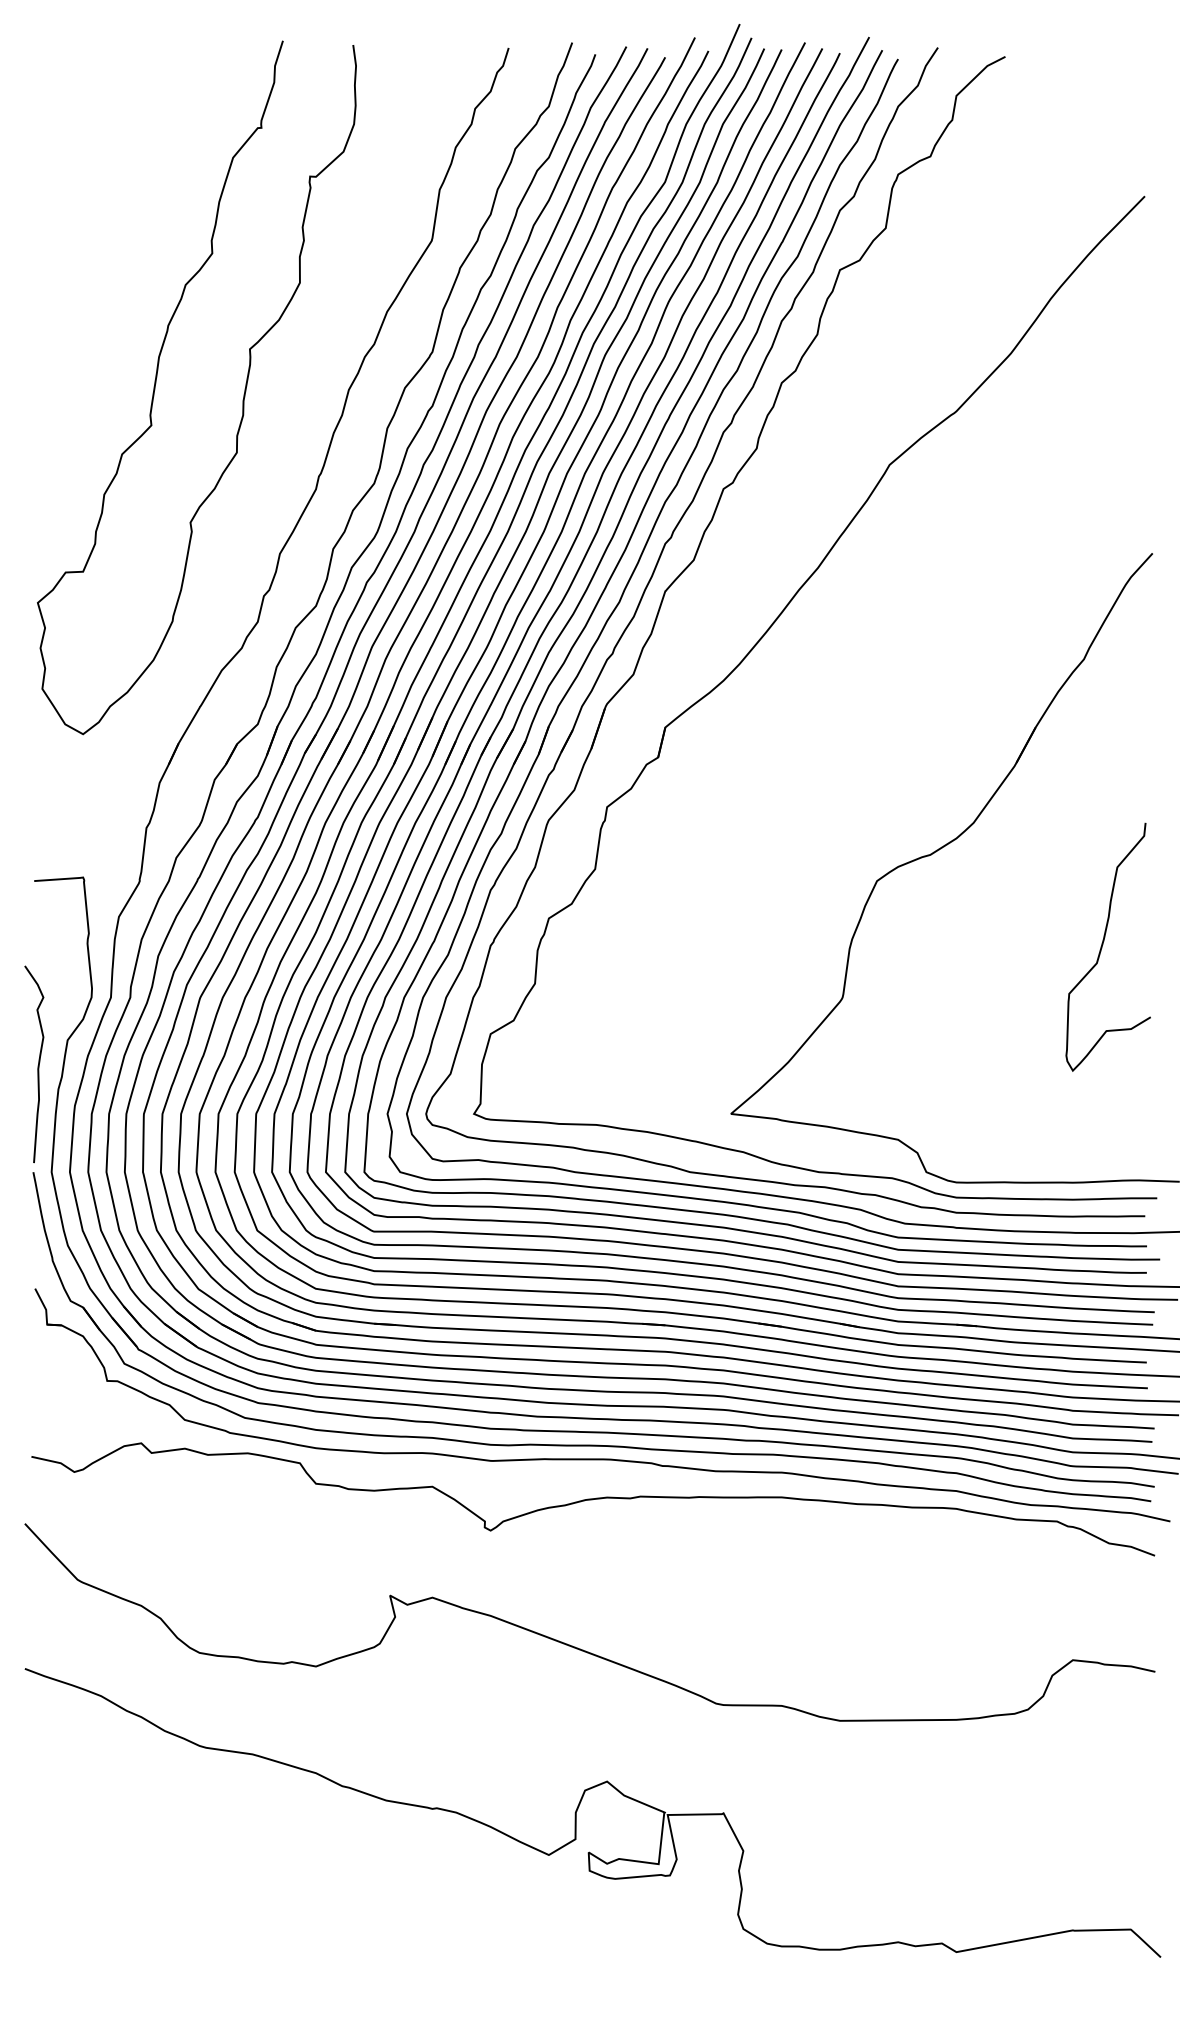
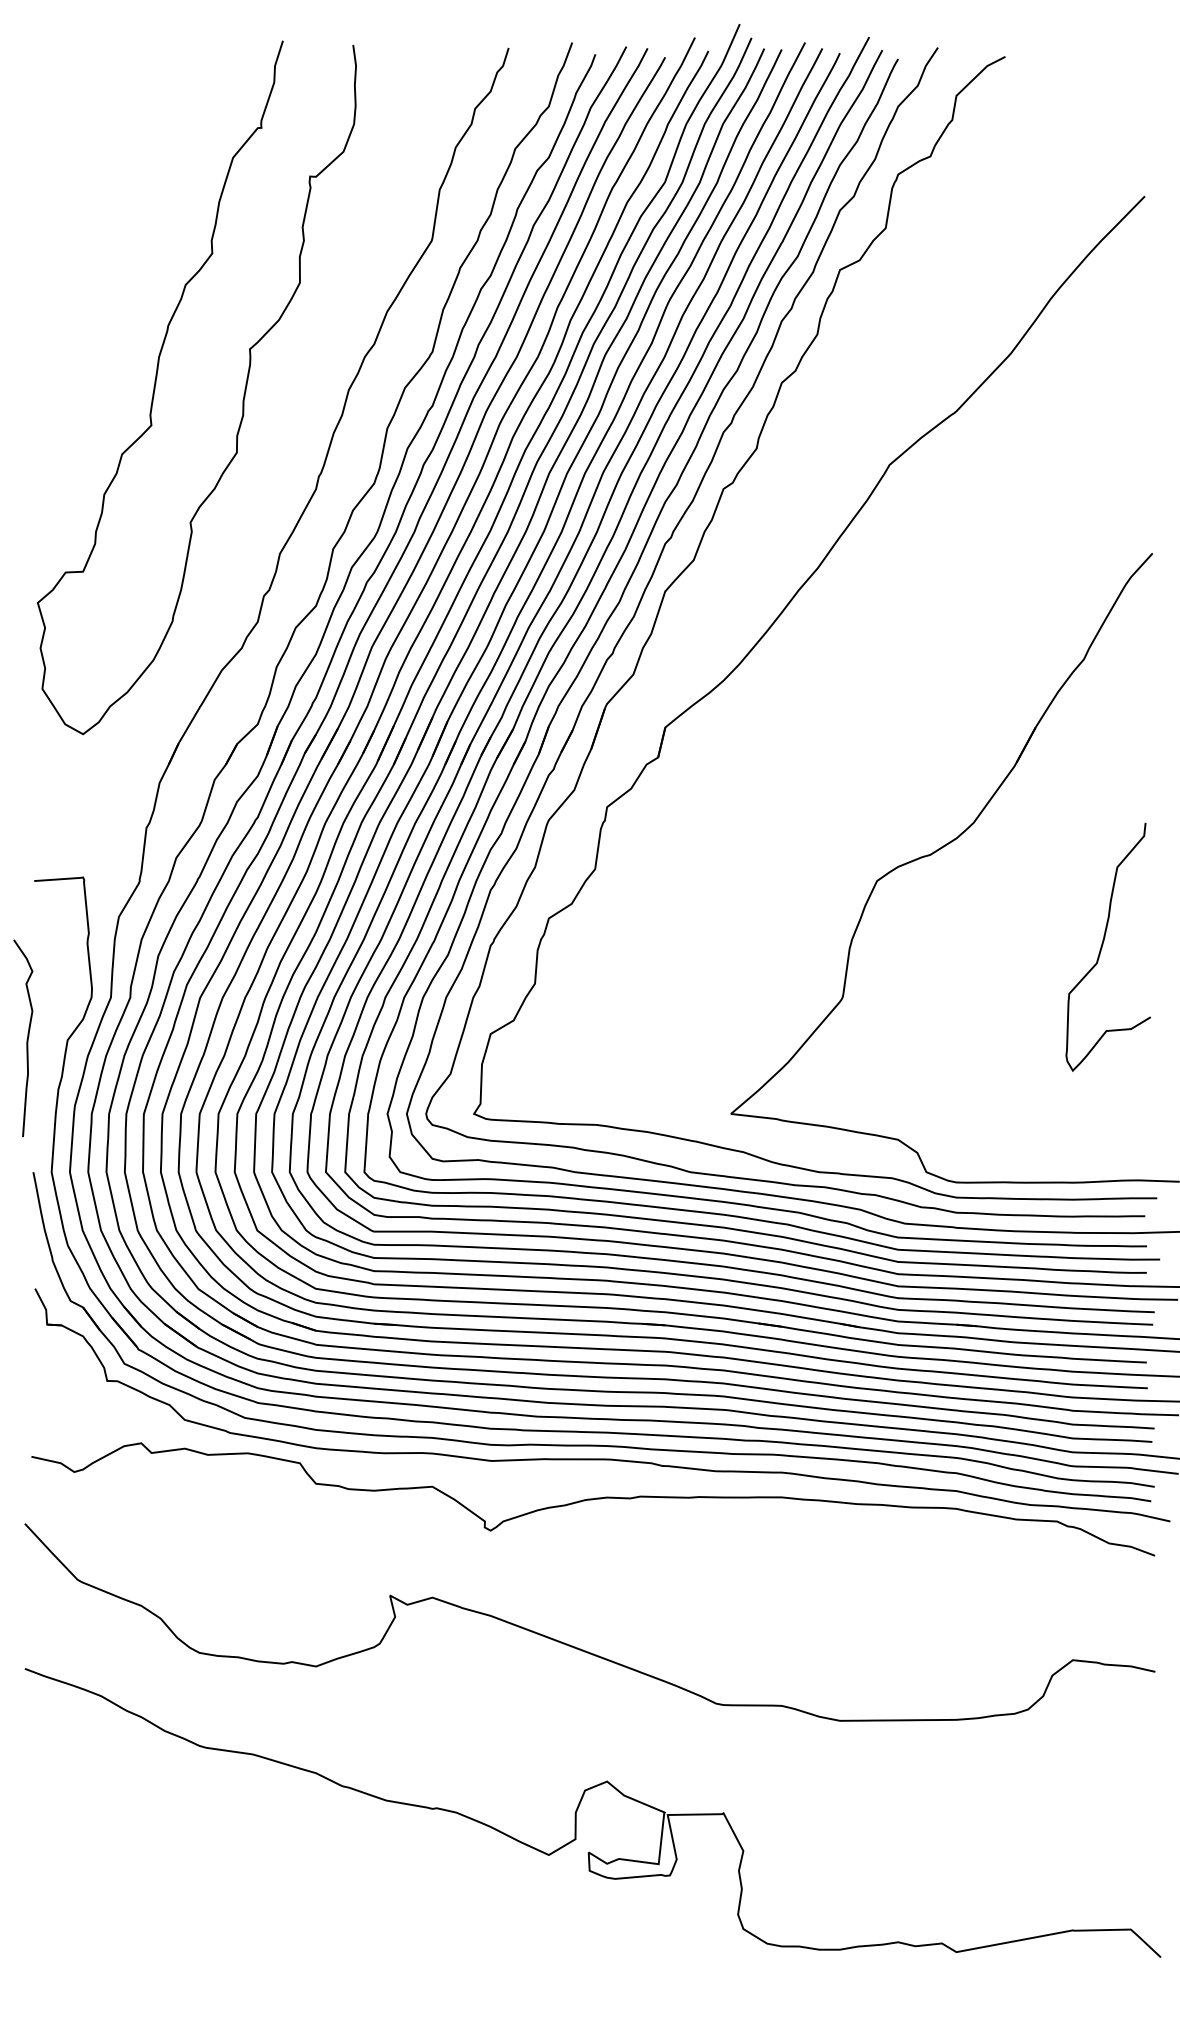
curve at (37, 1065) position: (37, 1065) -> (26, 1039)
